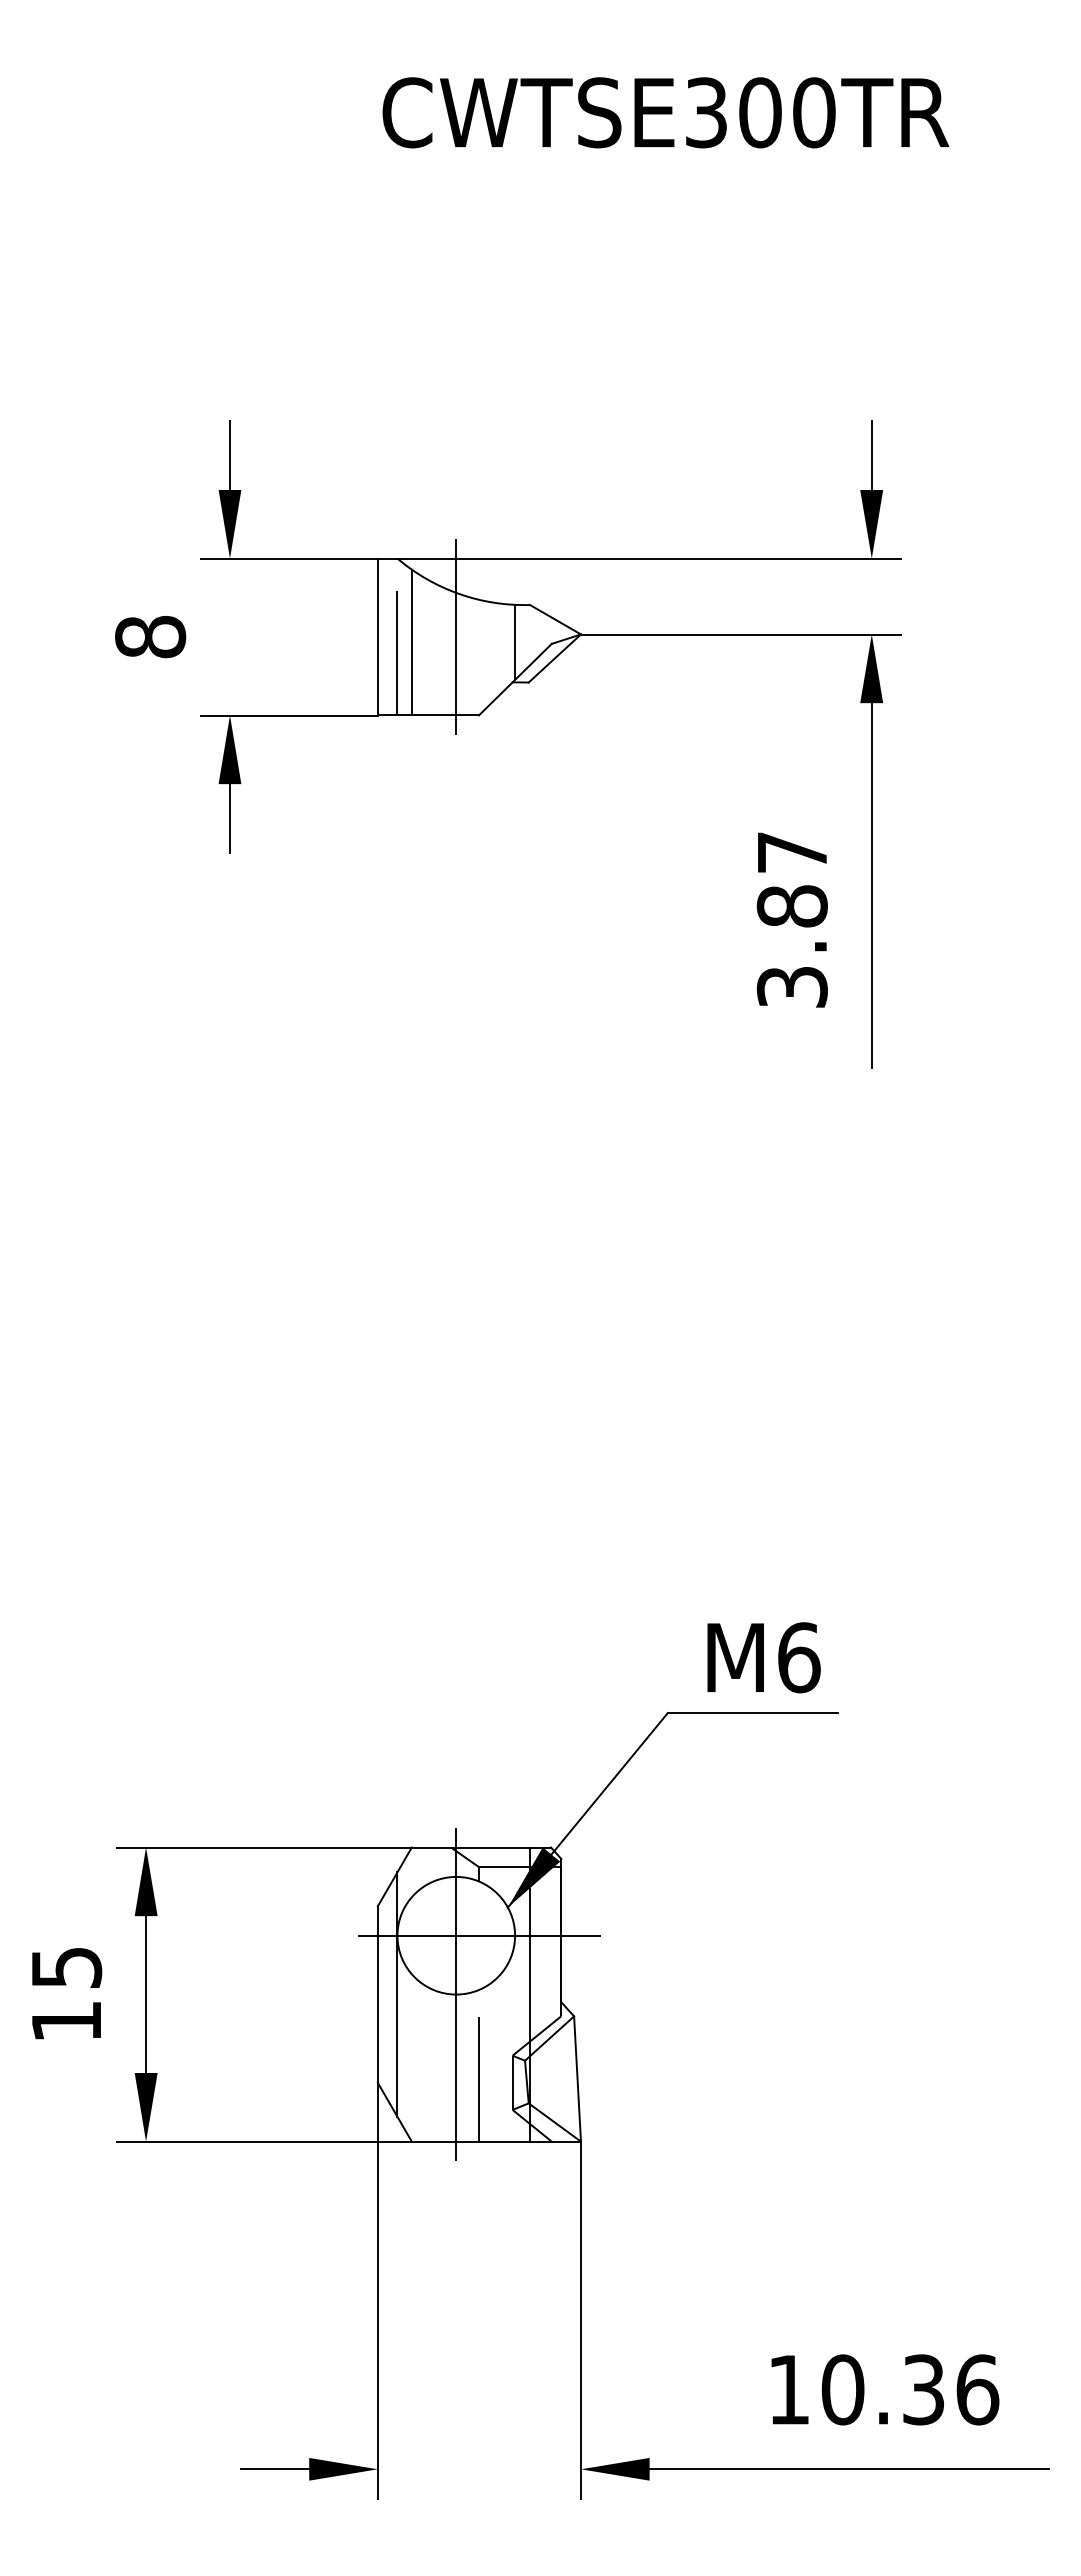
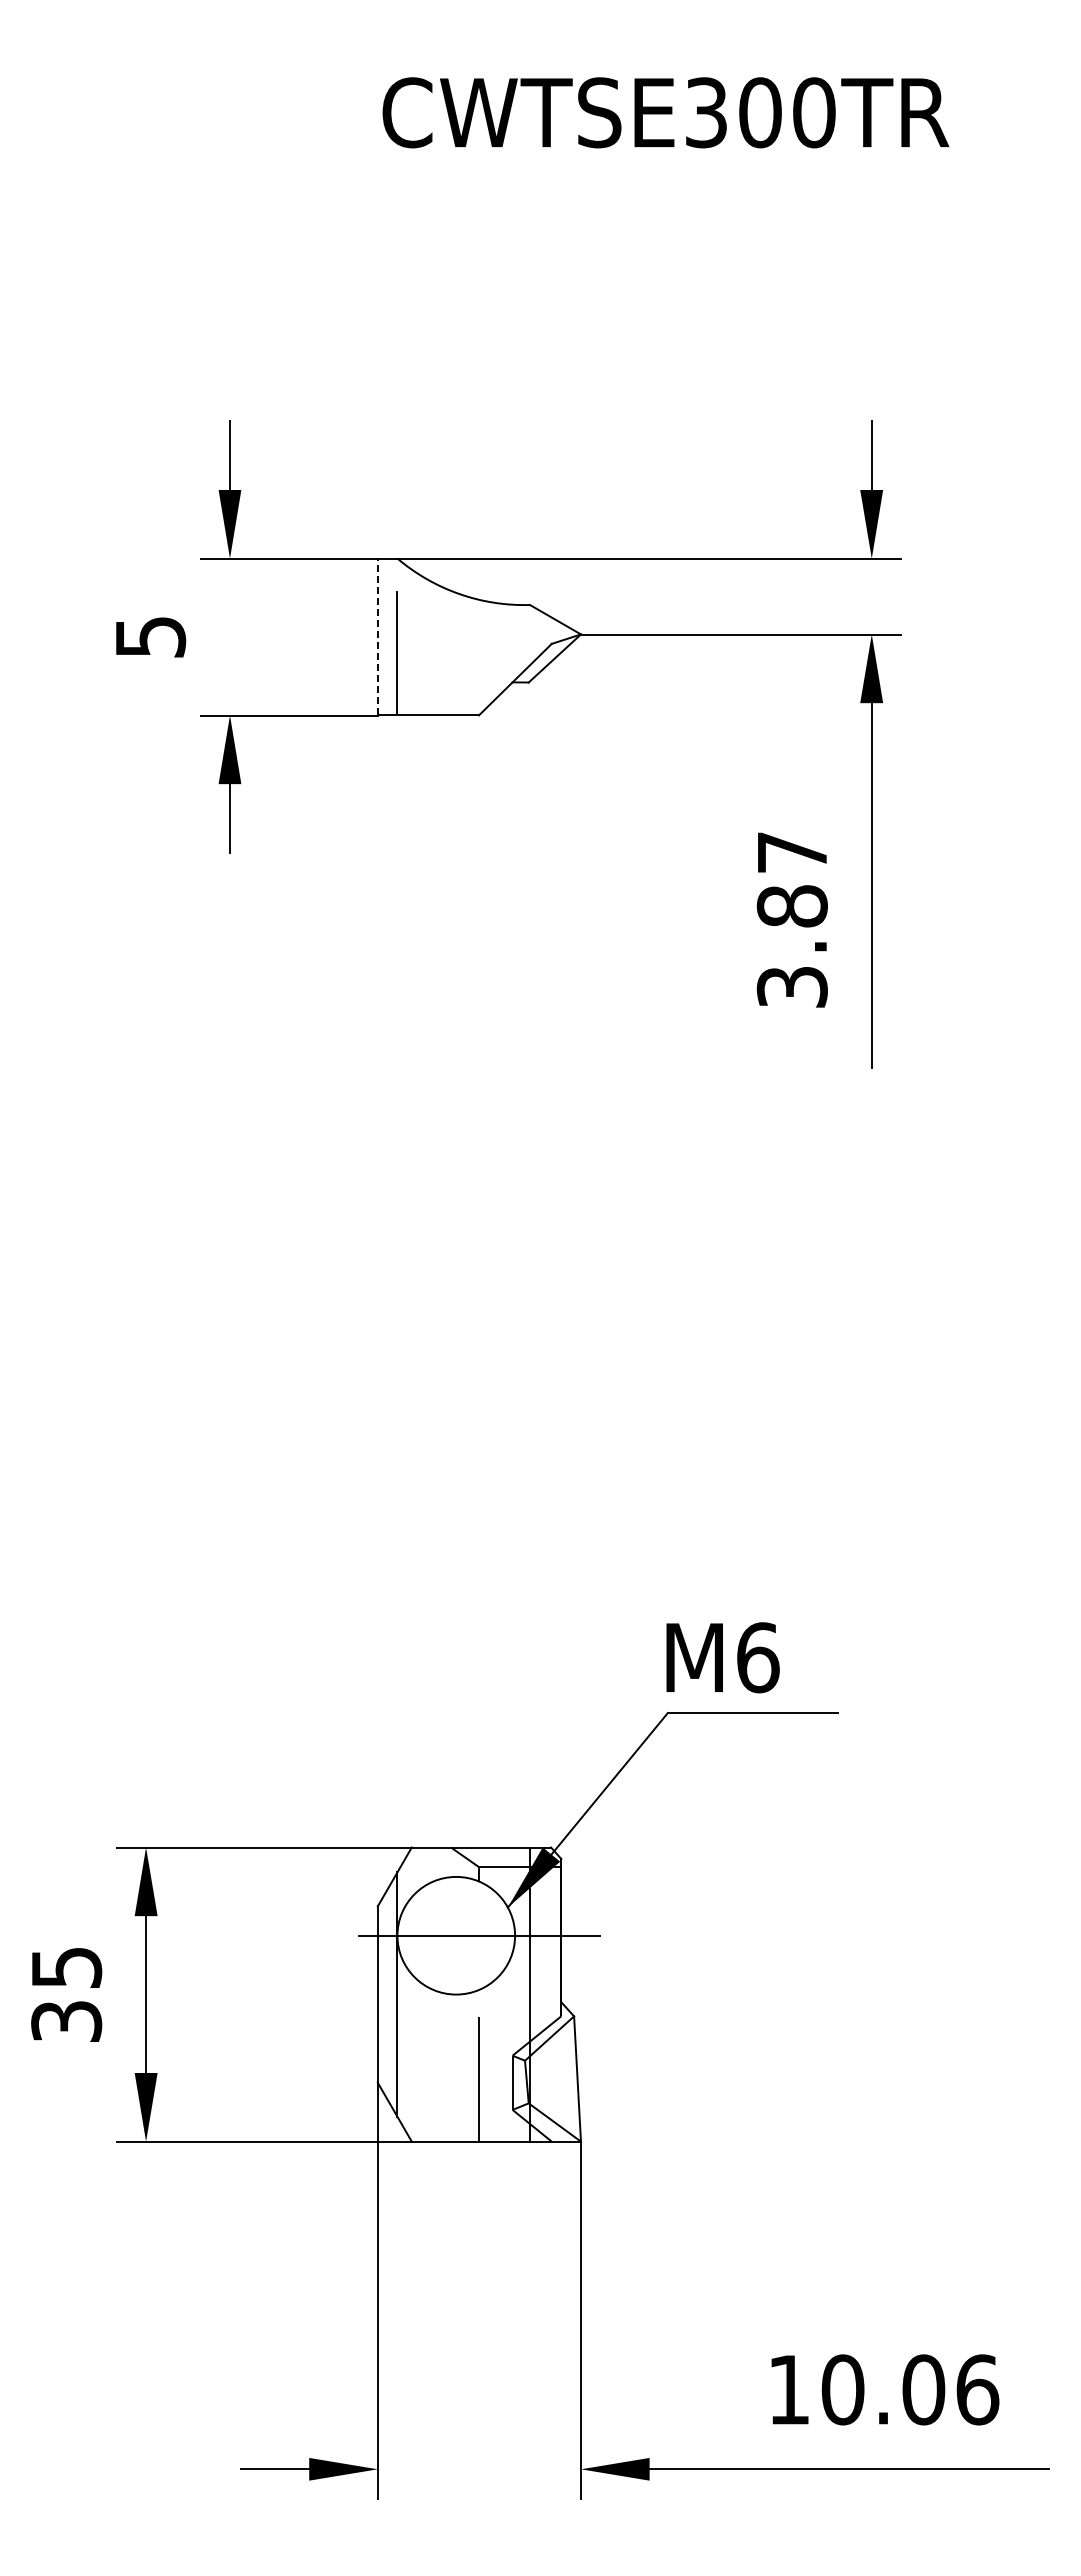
text at (150, 636): 8 -> 5
line at (377, 636): solid -> dashed
line at (456, 636): present -> none
line at (515, 641): present -> none
line at (411, 642): present -> none
text at (763, 1657) position: (763, 1657) -> (722, 1657)
line at (456, 1994): present -> none
text at (66, 2021): 15 -> 35
text at (923, 2389): 10.36 -> 10.06
